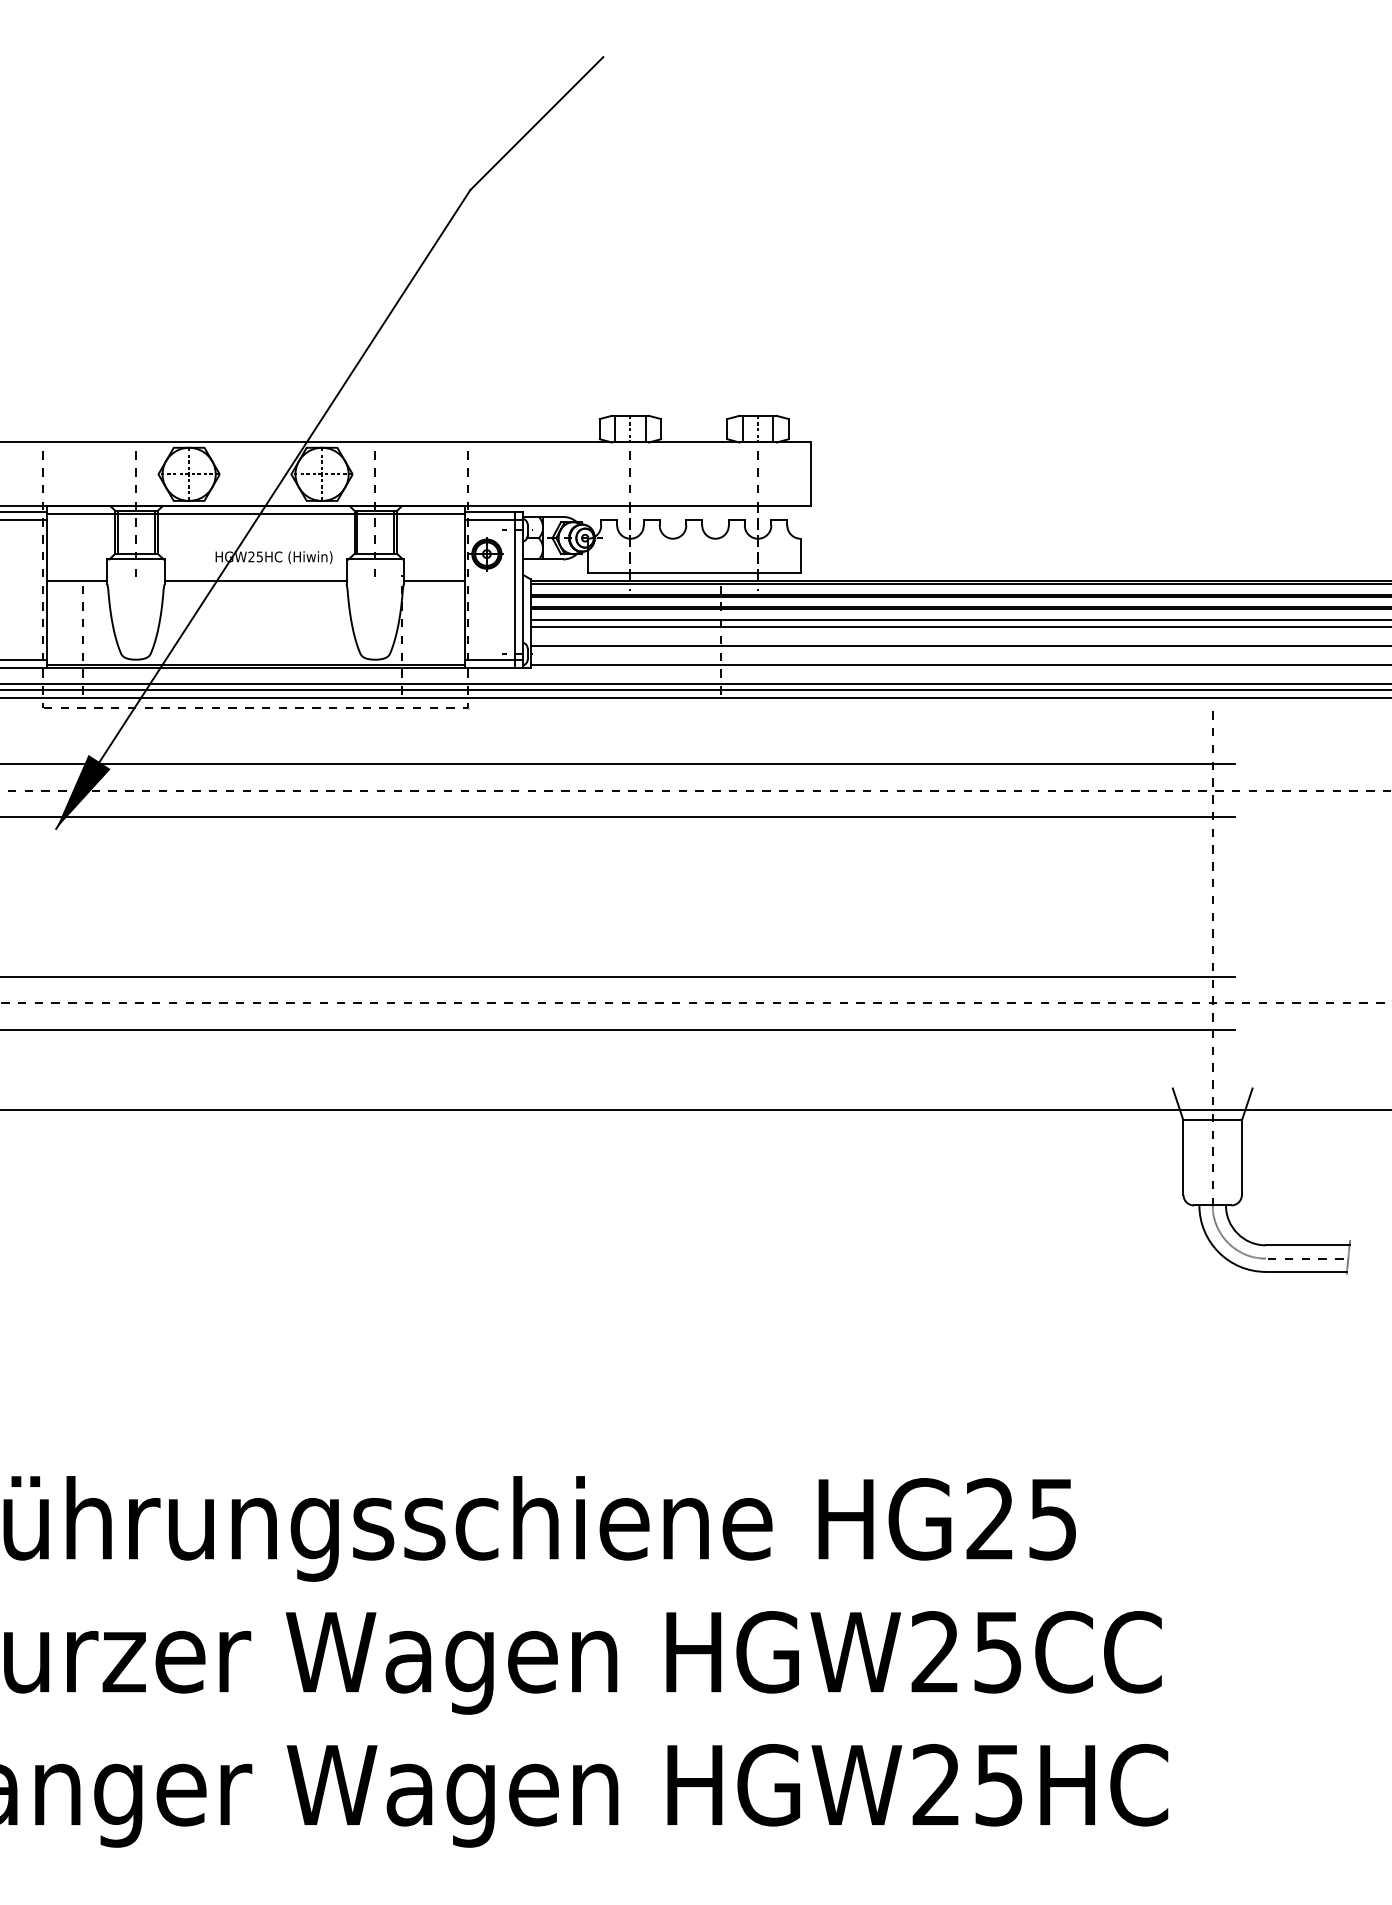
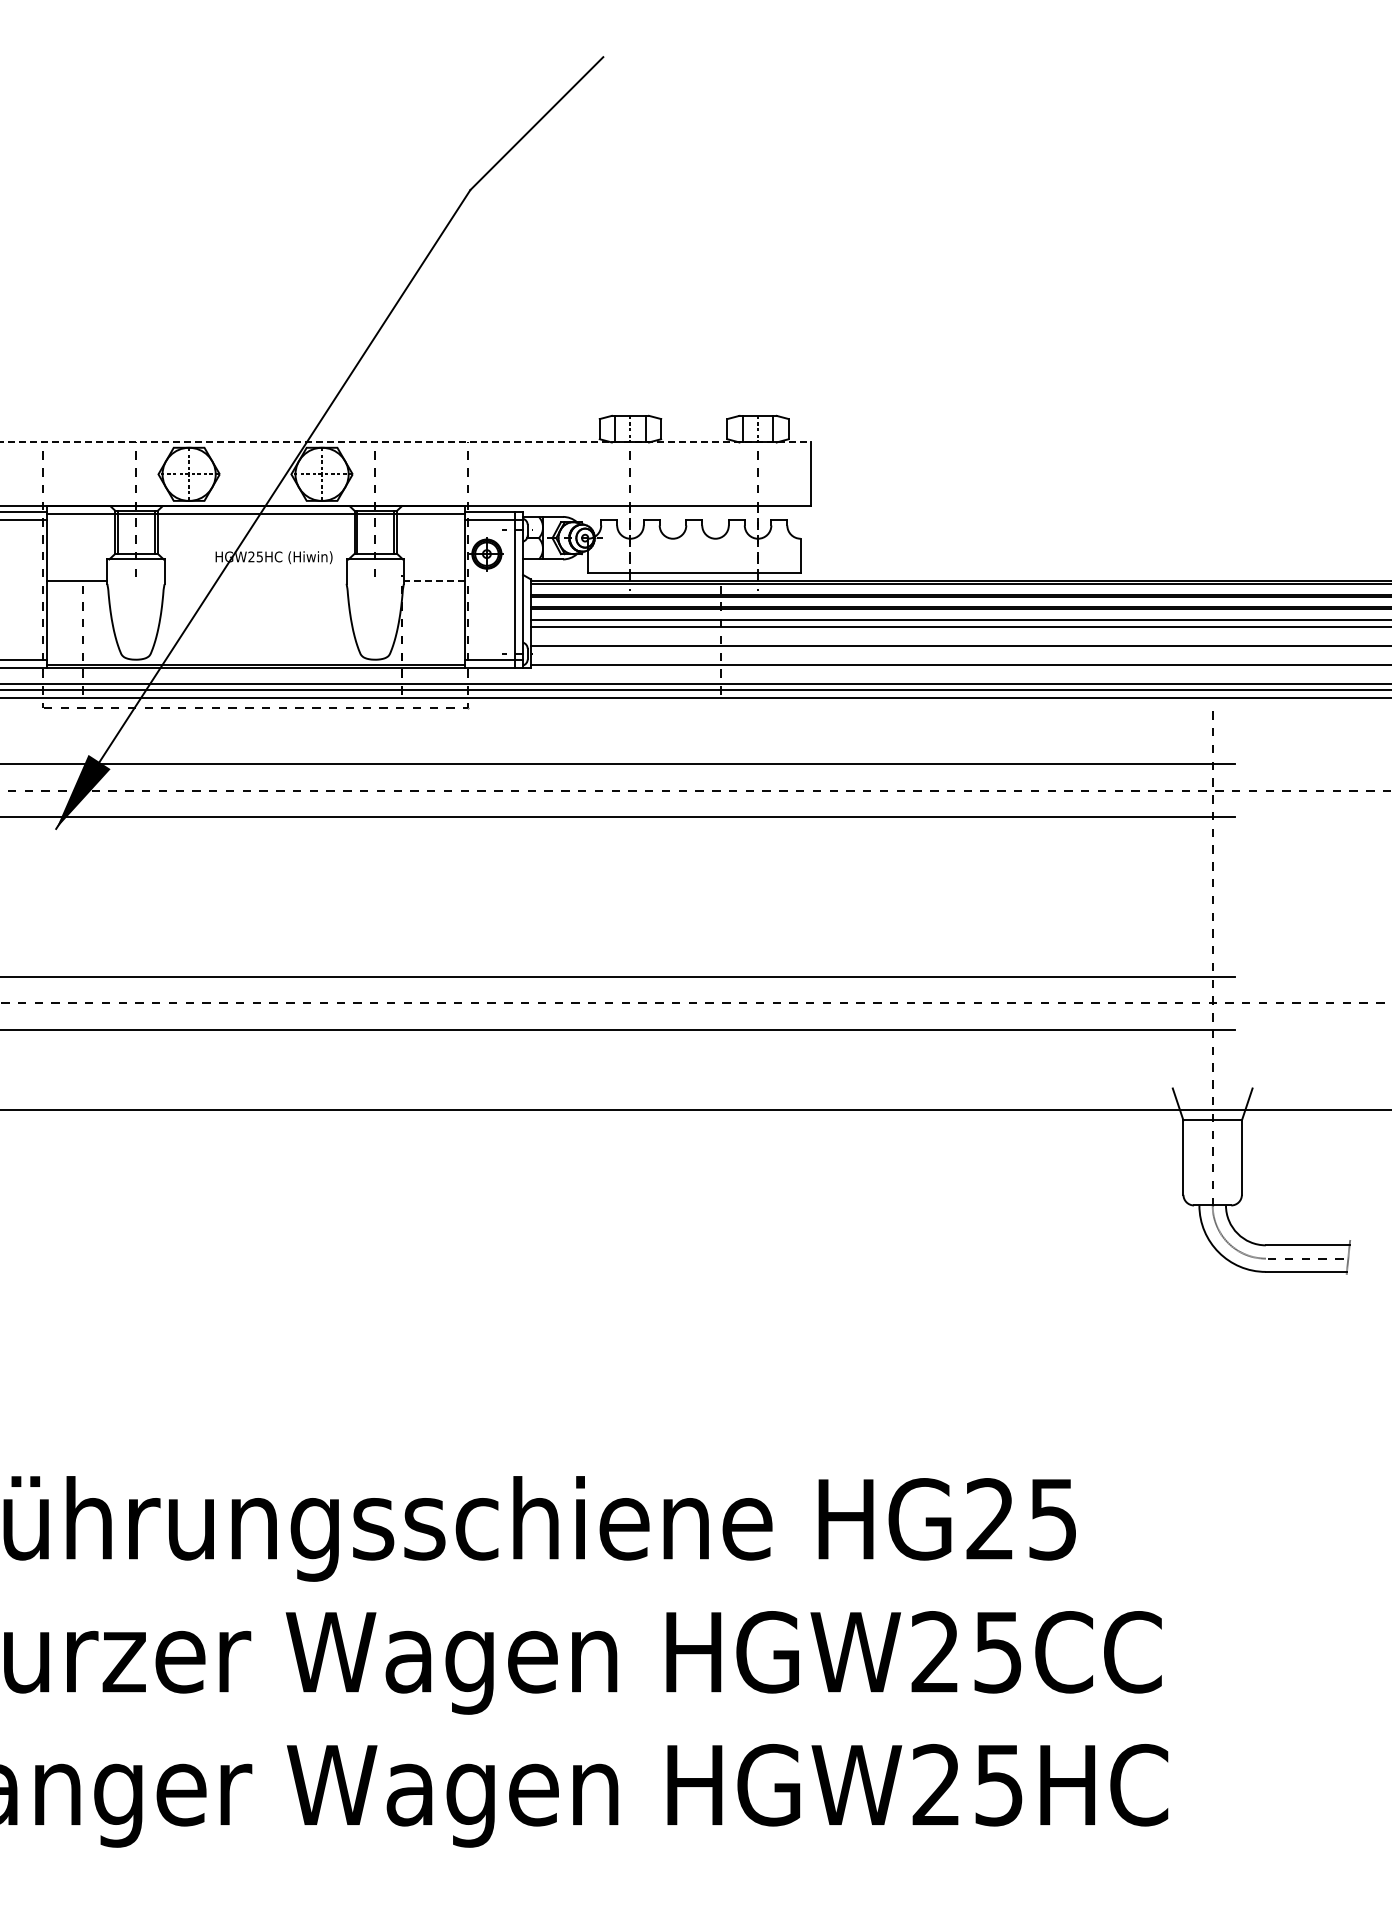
line at (406, 442): solid -> dashed
line at (255, 580): present -> none
line at (433, 580): solid -> dashed
